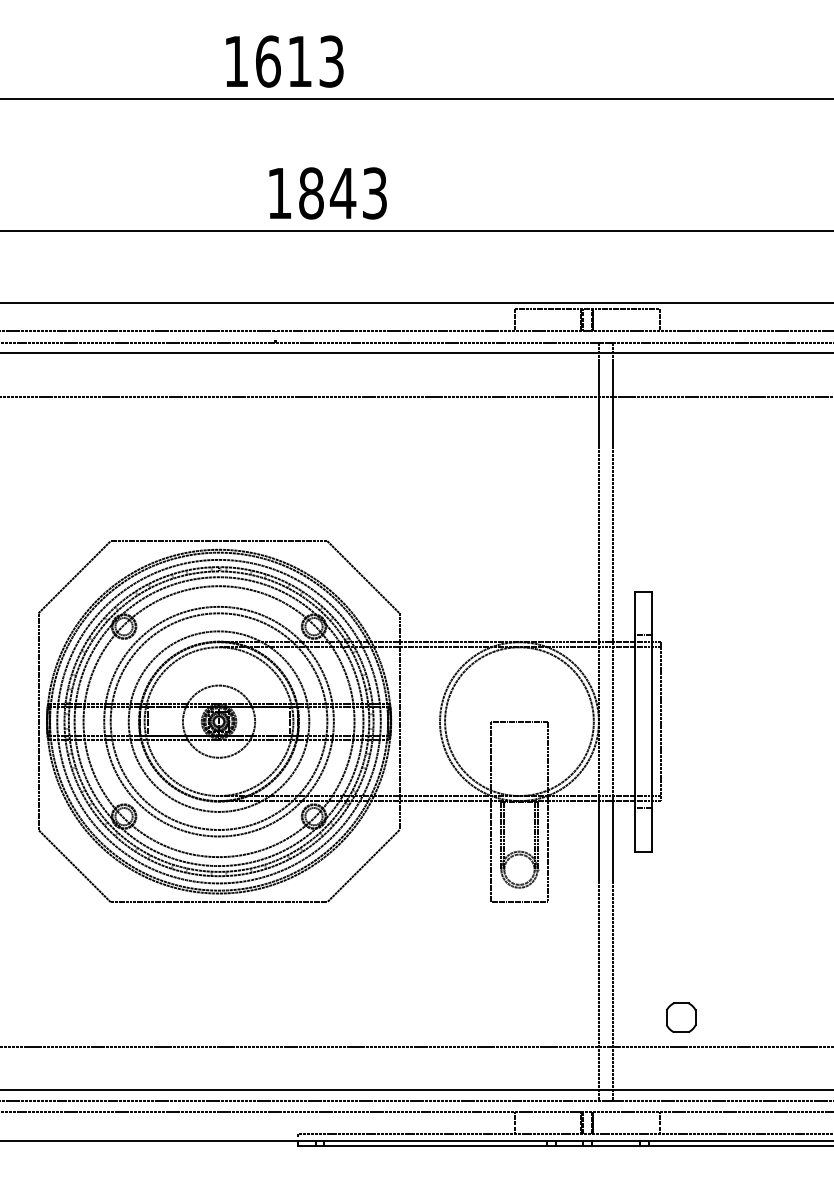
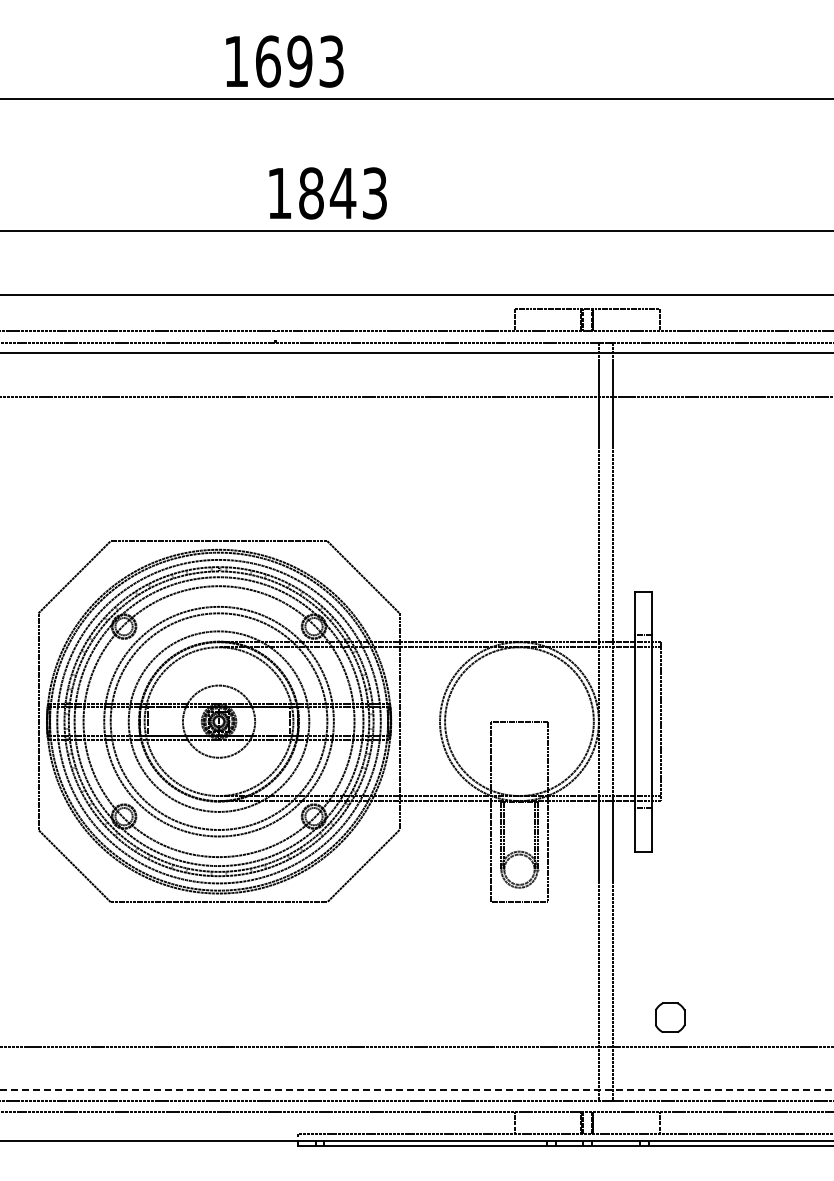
text at (299, 61): 1613 -> 1693
line at (416, 302) position: (416, 302) -> (416, 294)
part at (681, 1017) position: (681, 1017) -> (670, 1017)
line at (416, 1089): solid -> dashed
